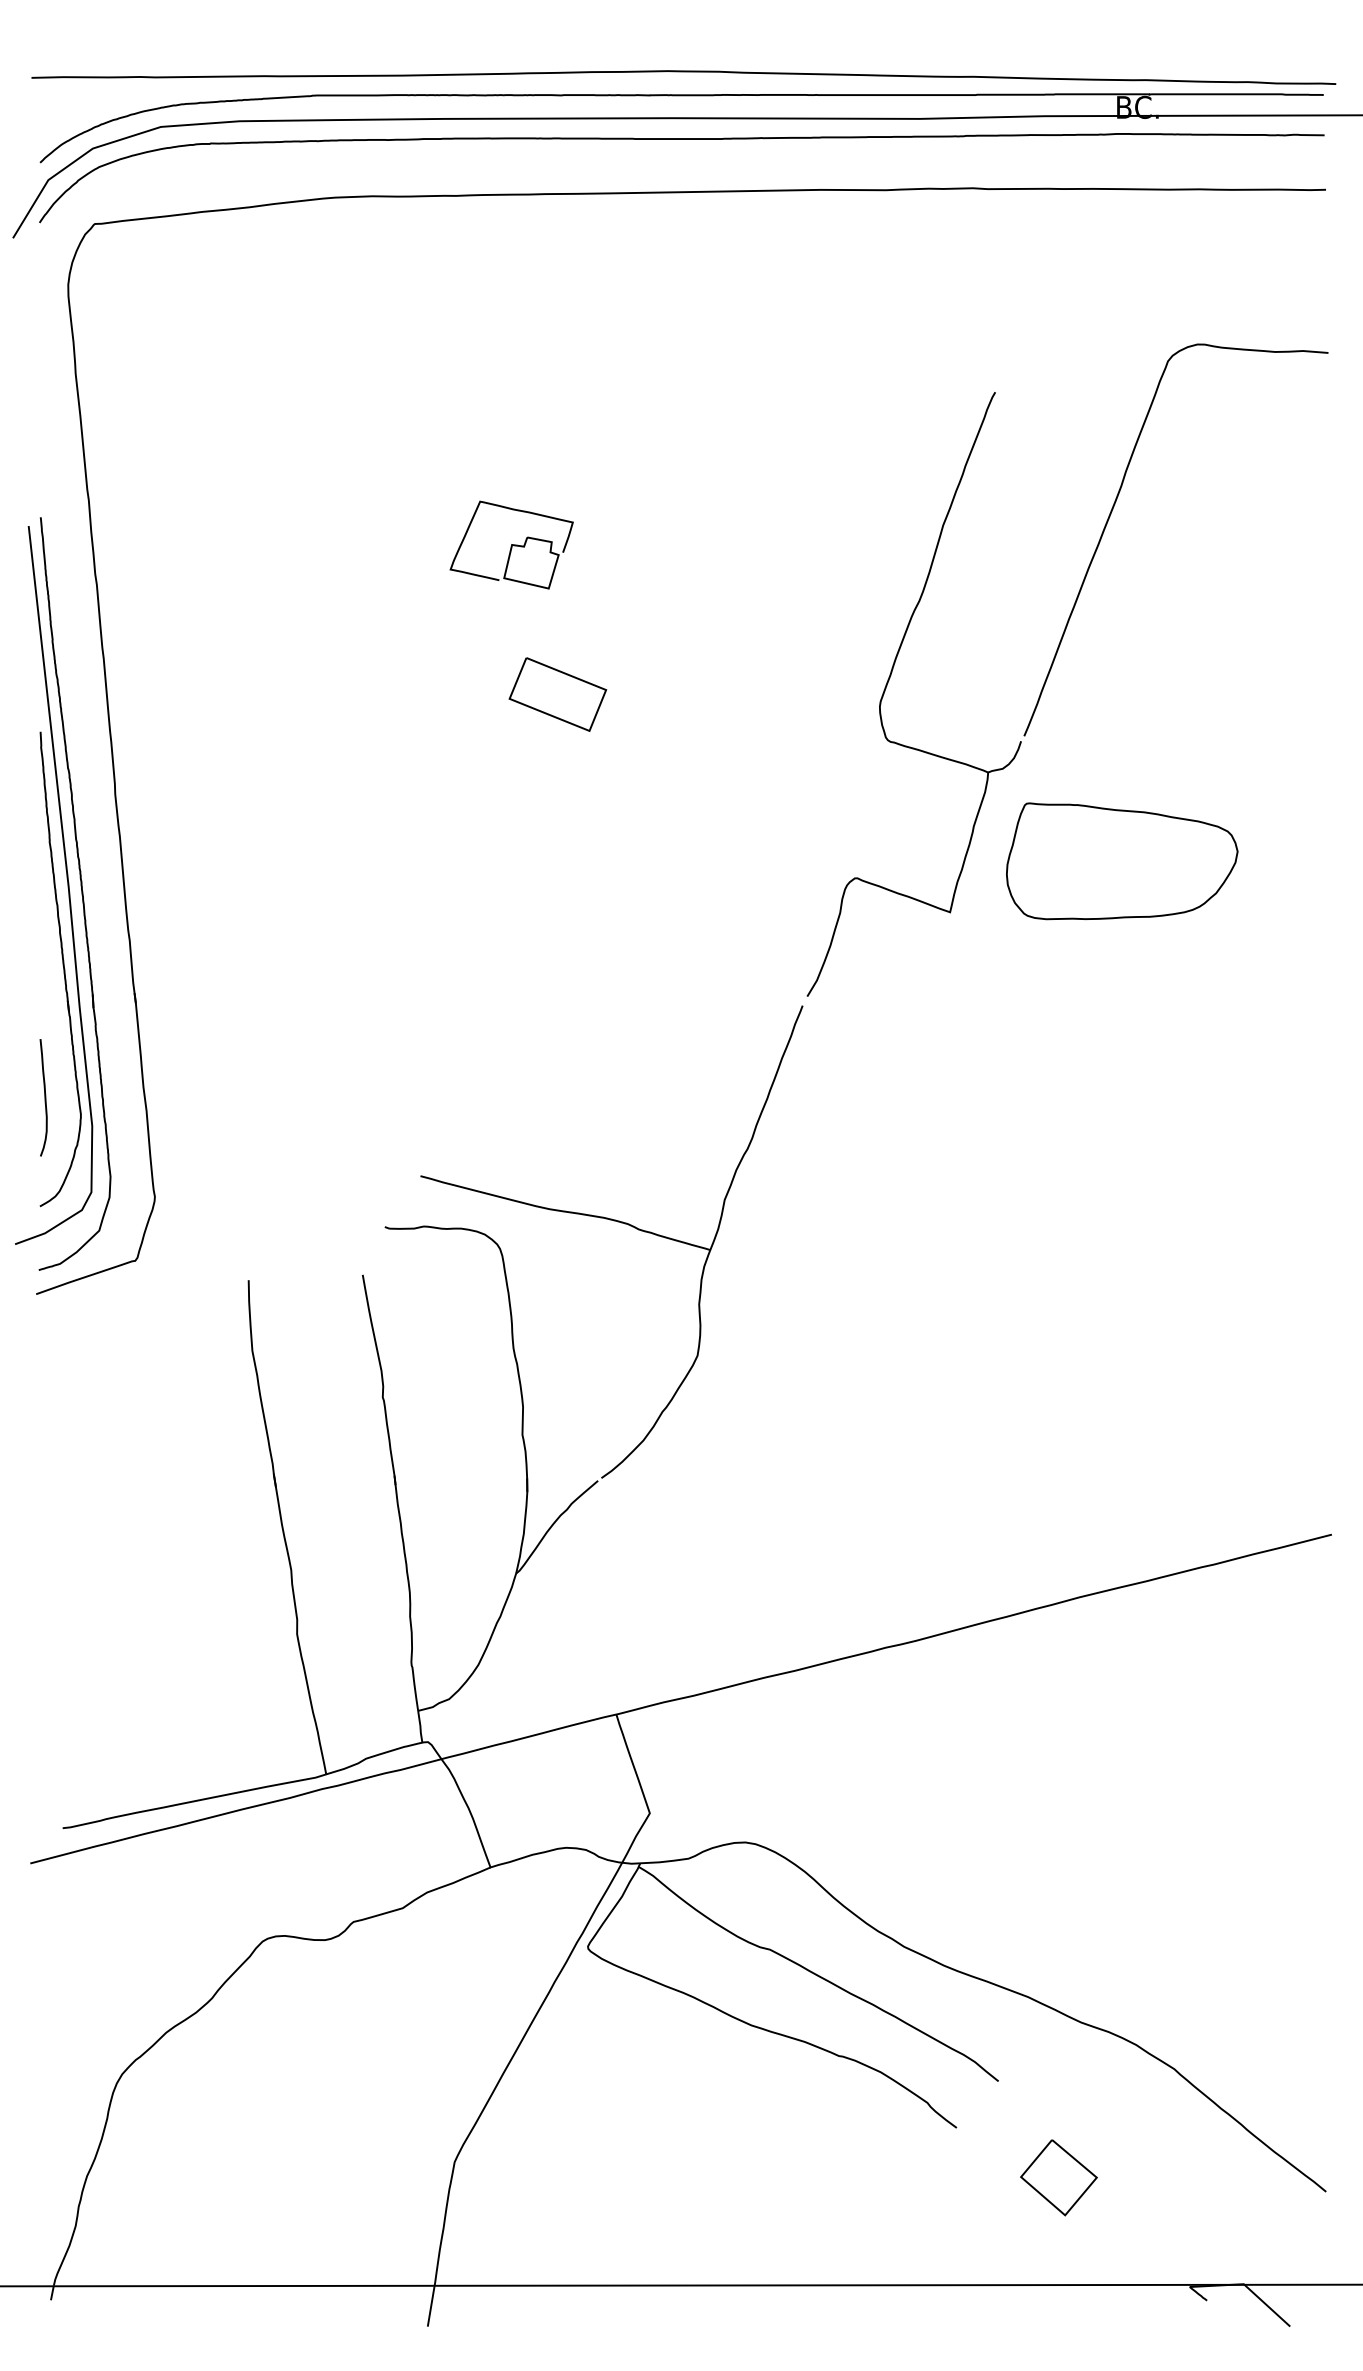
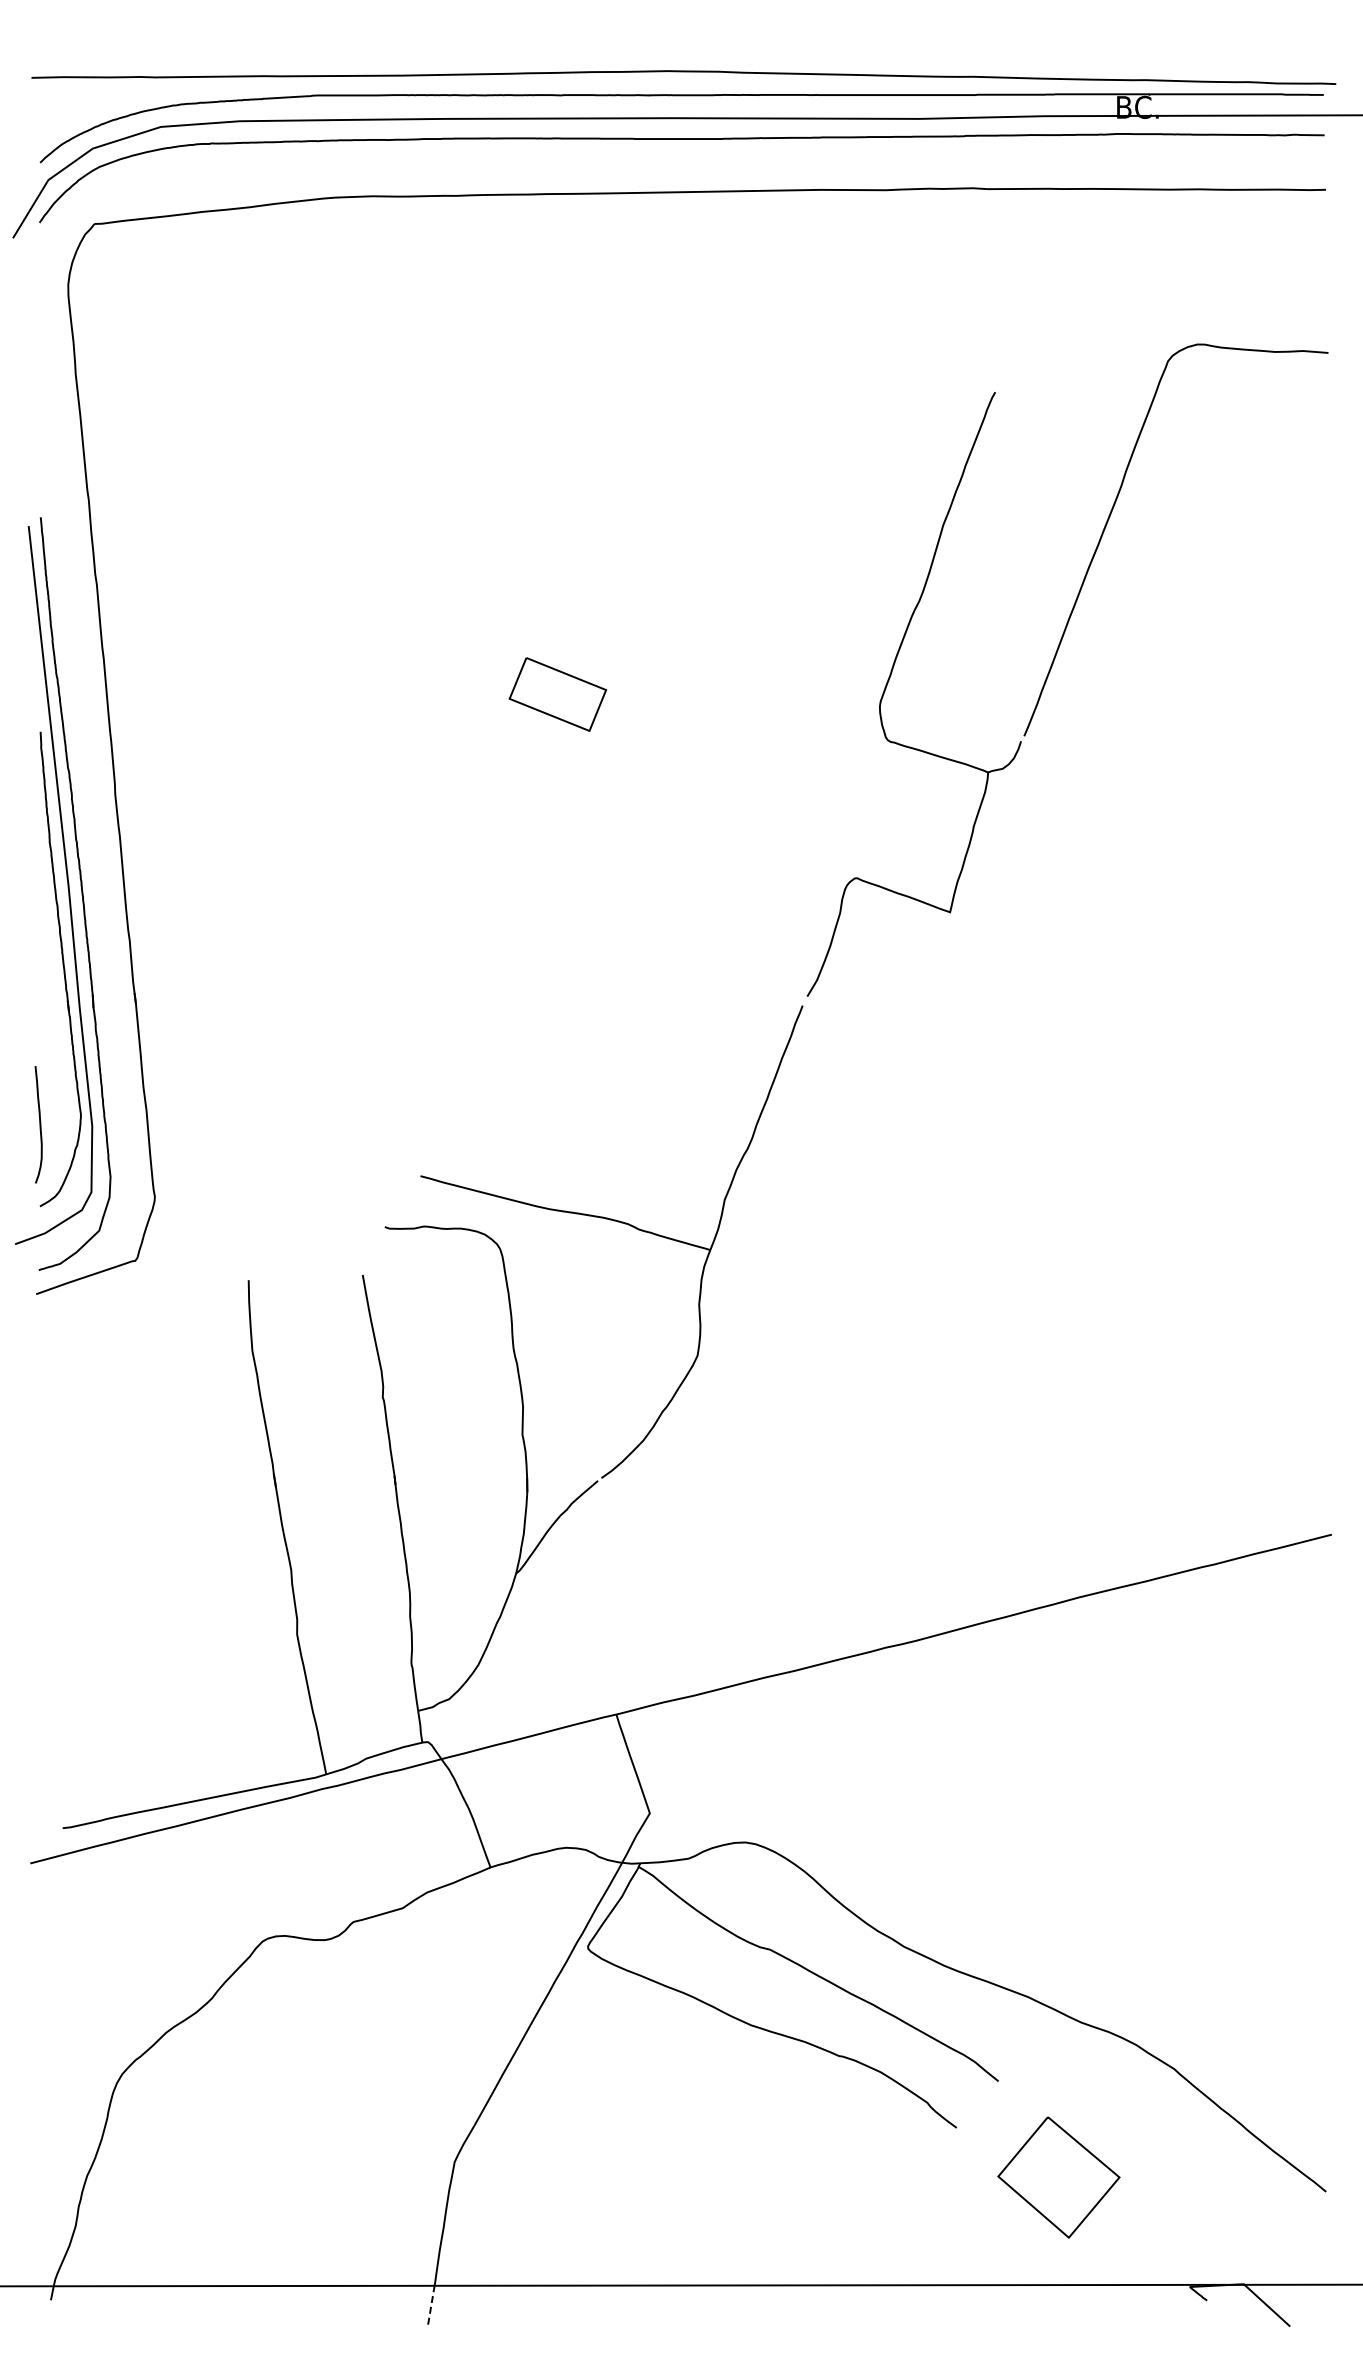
part at (511, 544): present -> none
part at (1122, 861): present -> none
curve at (44, 1097) position: (44, 1097) -> (39, 1124)
part at (1058, 2177) size: 78x78 px -> 124x123 px
line at (431, 2306): solid -> dashed
